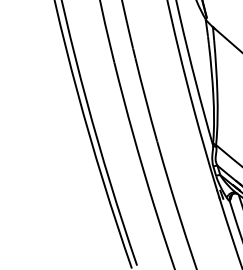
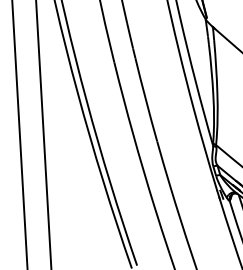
line at (19, 134): none -> present
line at (43, 134): none -> present
